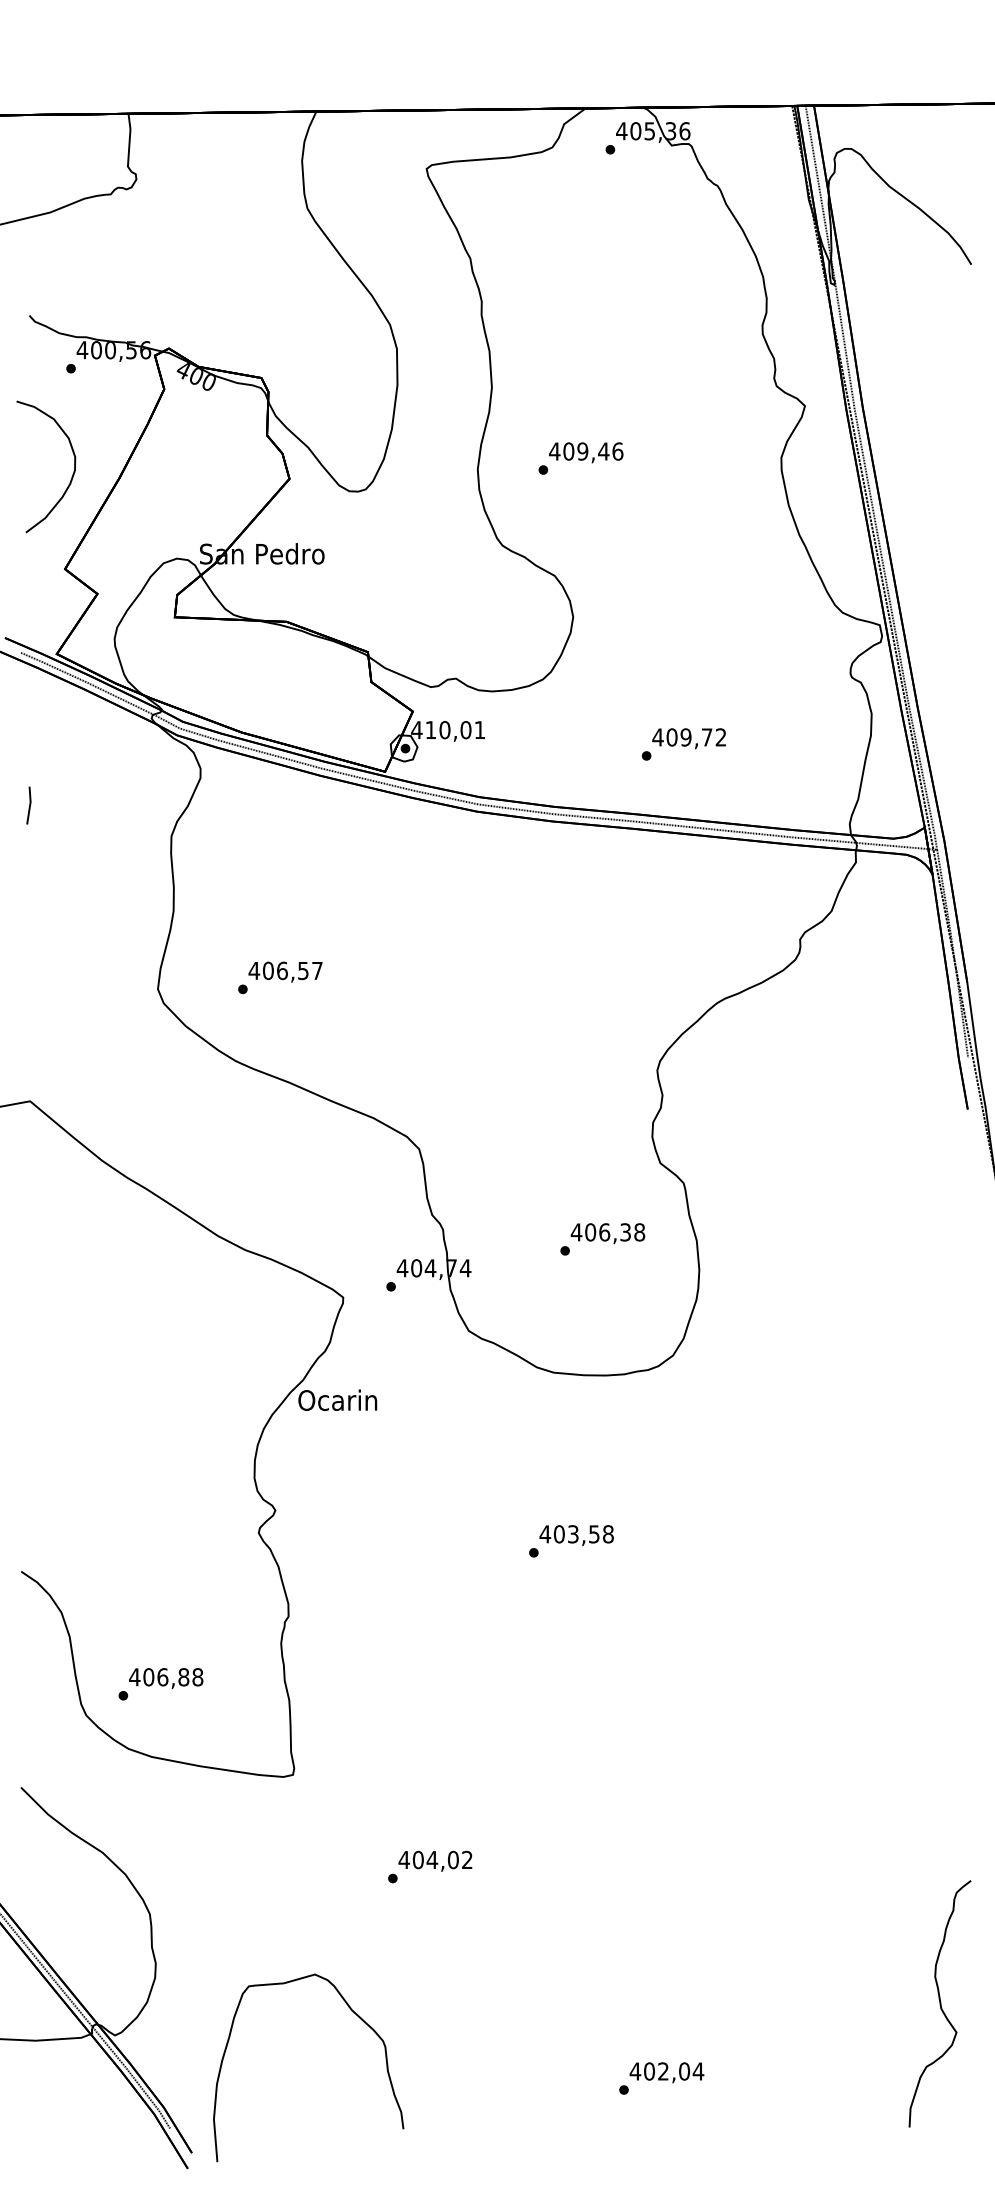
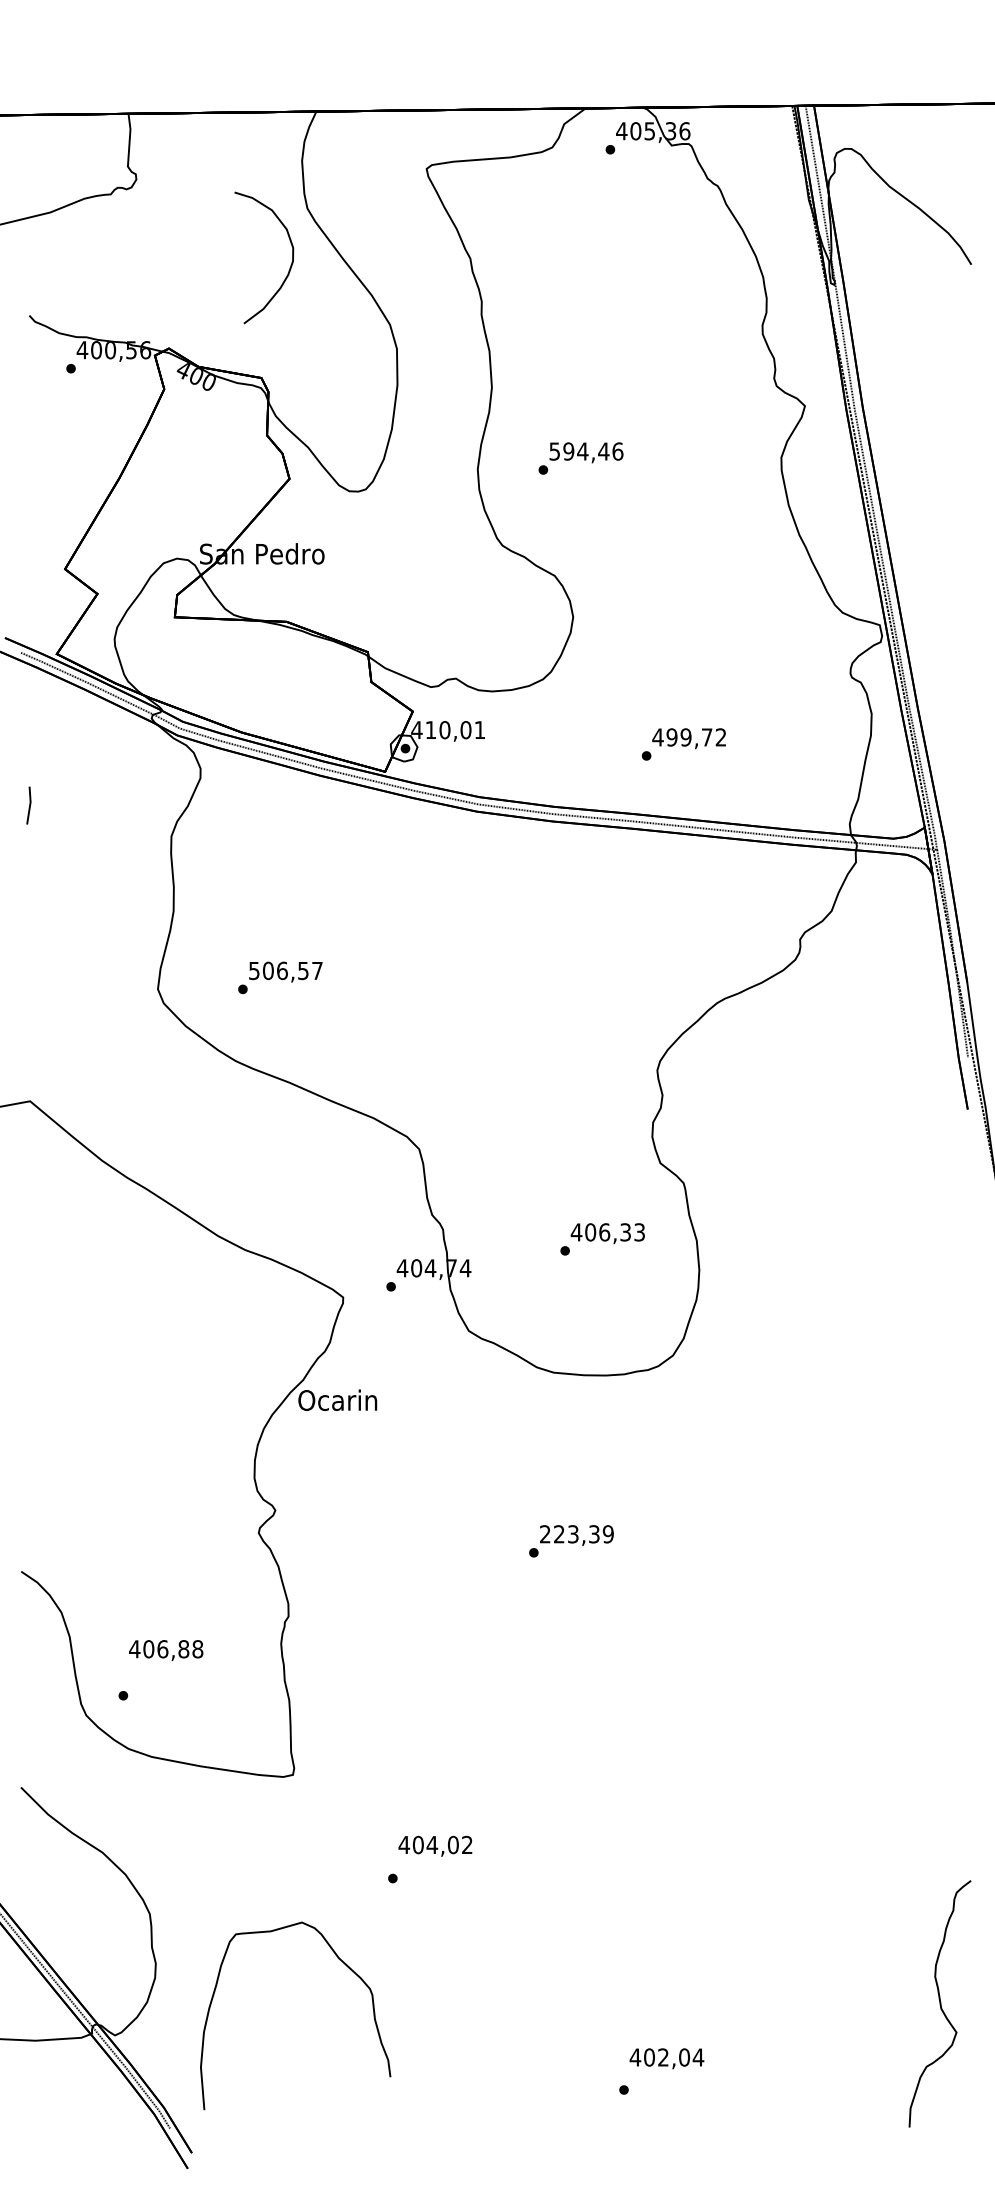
text at (568, 451): 409,46 -> 594,46
curve at (71, 476) position: (71, 476) -> (289, 267)
text at (671, 737): 409,72 -> 499,72
text at (254, 971): 406,57 -> 506,57
text at (639, 1232): 406,38 -> 406,33
text at (576, 1534): 403,58 -> 223,39
text at (166, 1678) position: (166, 1678) -> (166, 1650)
text at (435, 1860) position: (435, 1860) -> (435, 1845)
curve at (351, 2011) position: (351, 2011) -> (338, 1959)
text at (666, 2072) position: (666, 2072) -> (666, 2058)
